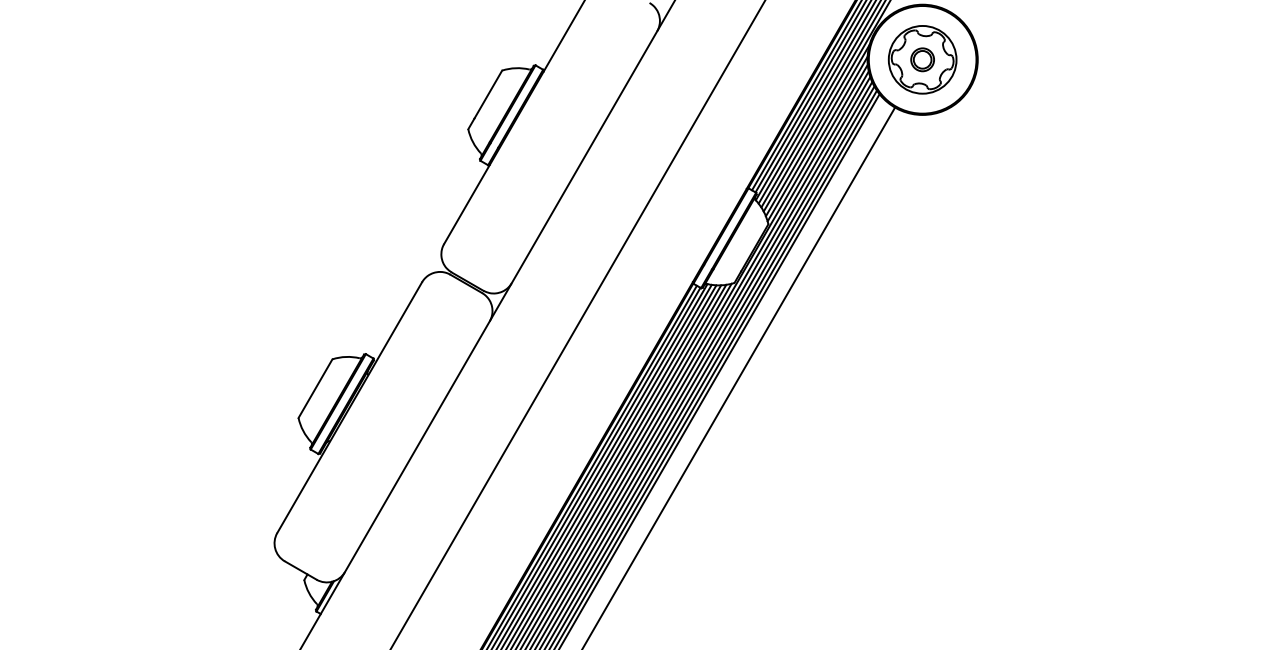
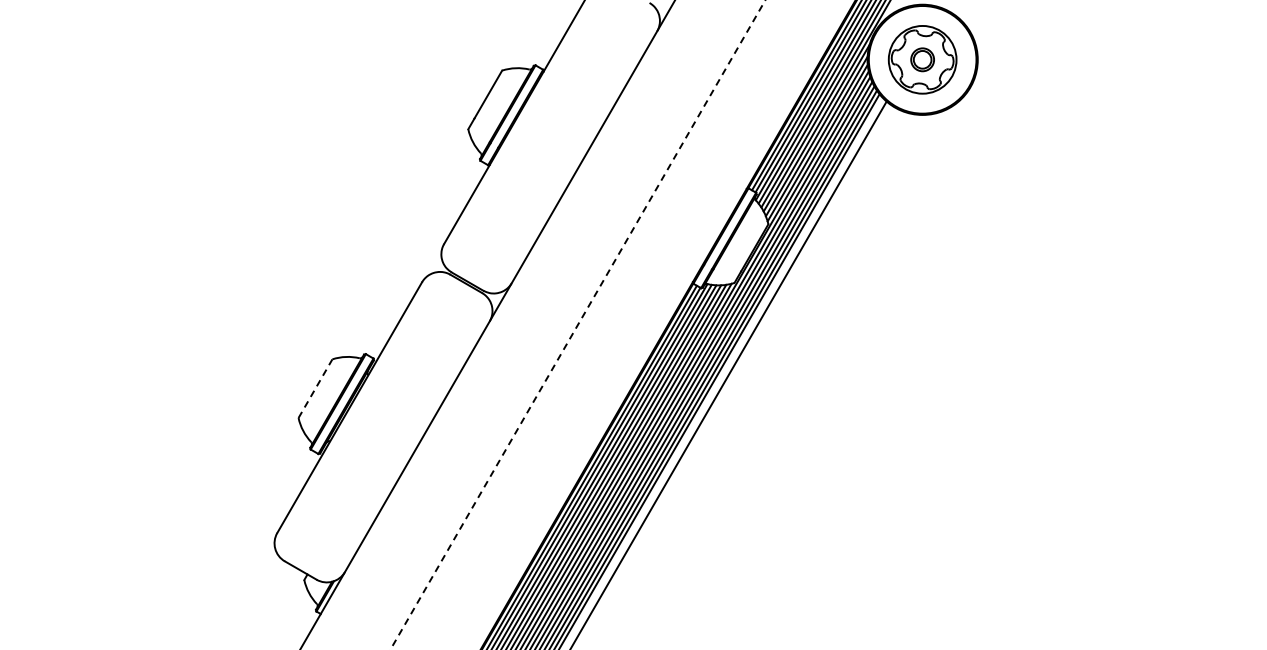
line at (578, 324): solid -> dashed
line at (739, 376) position: (739, 376) -> (729, 374)
line at (315, 388): solid -> dashed
